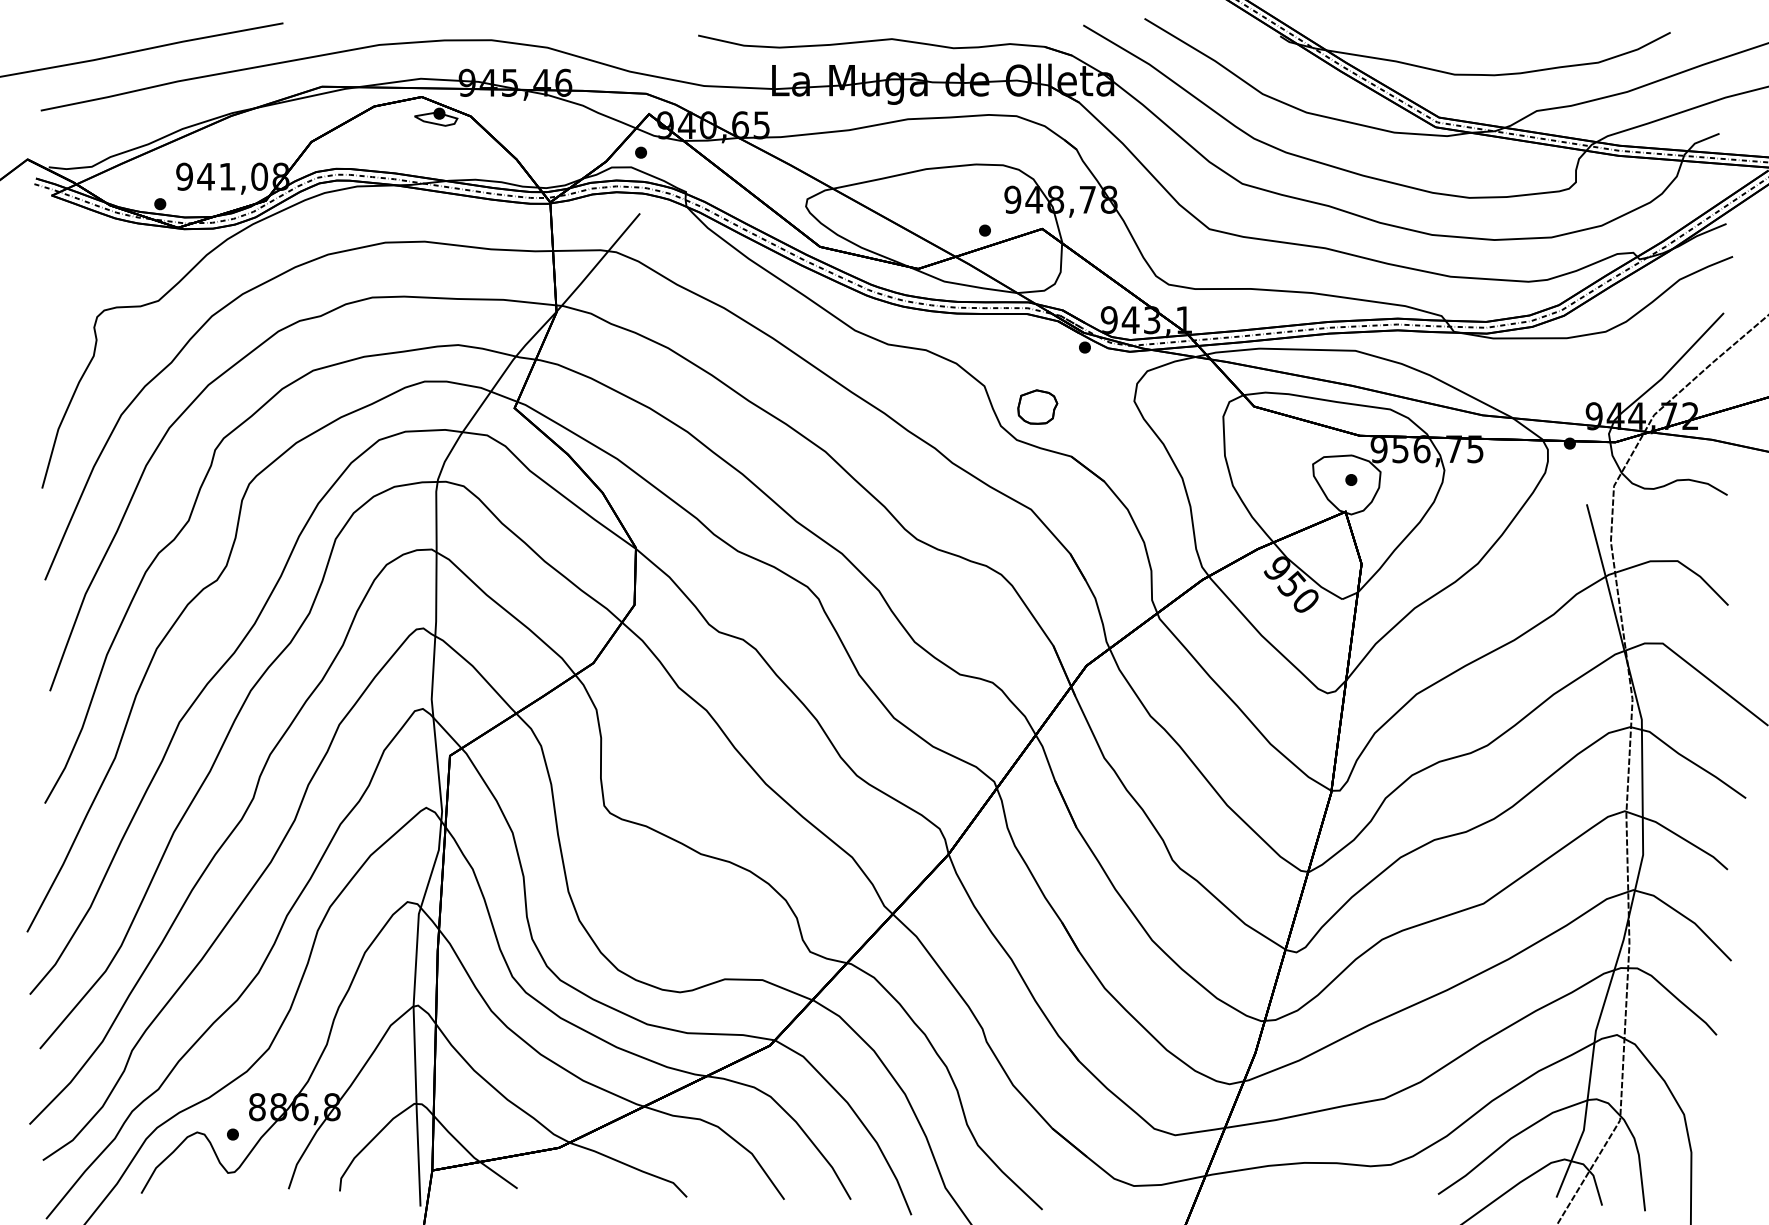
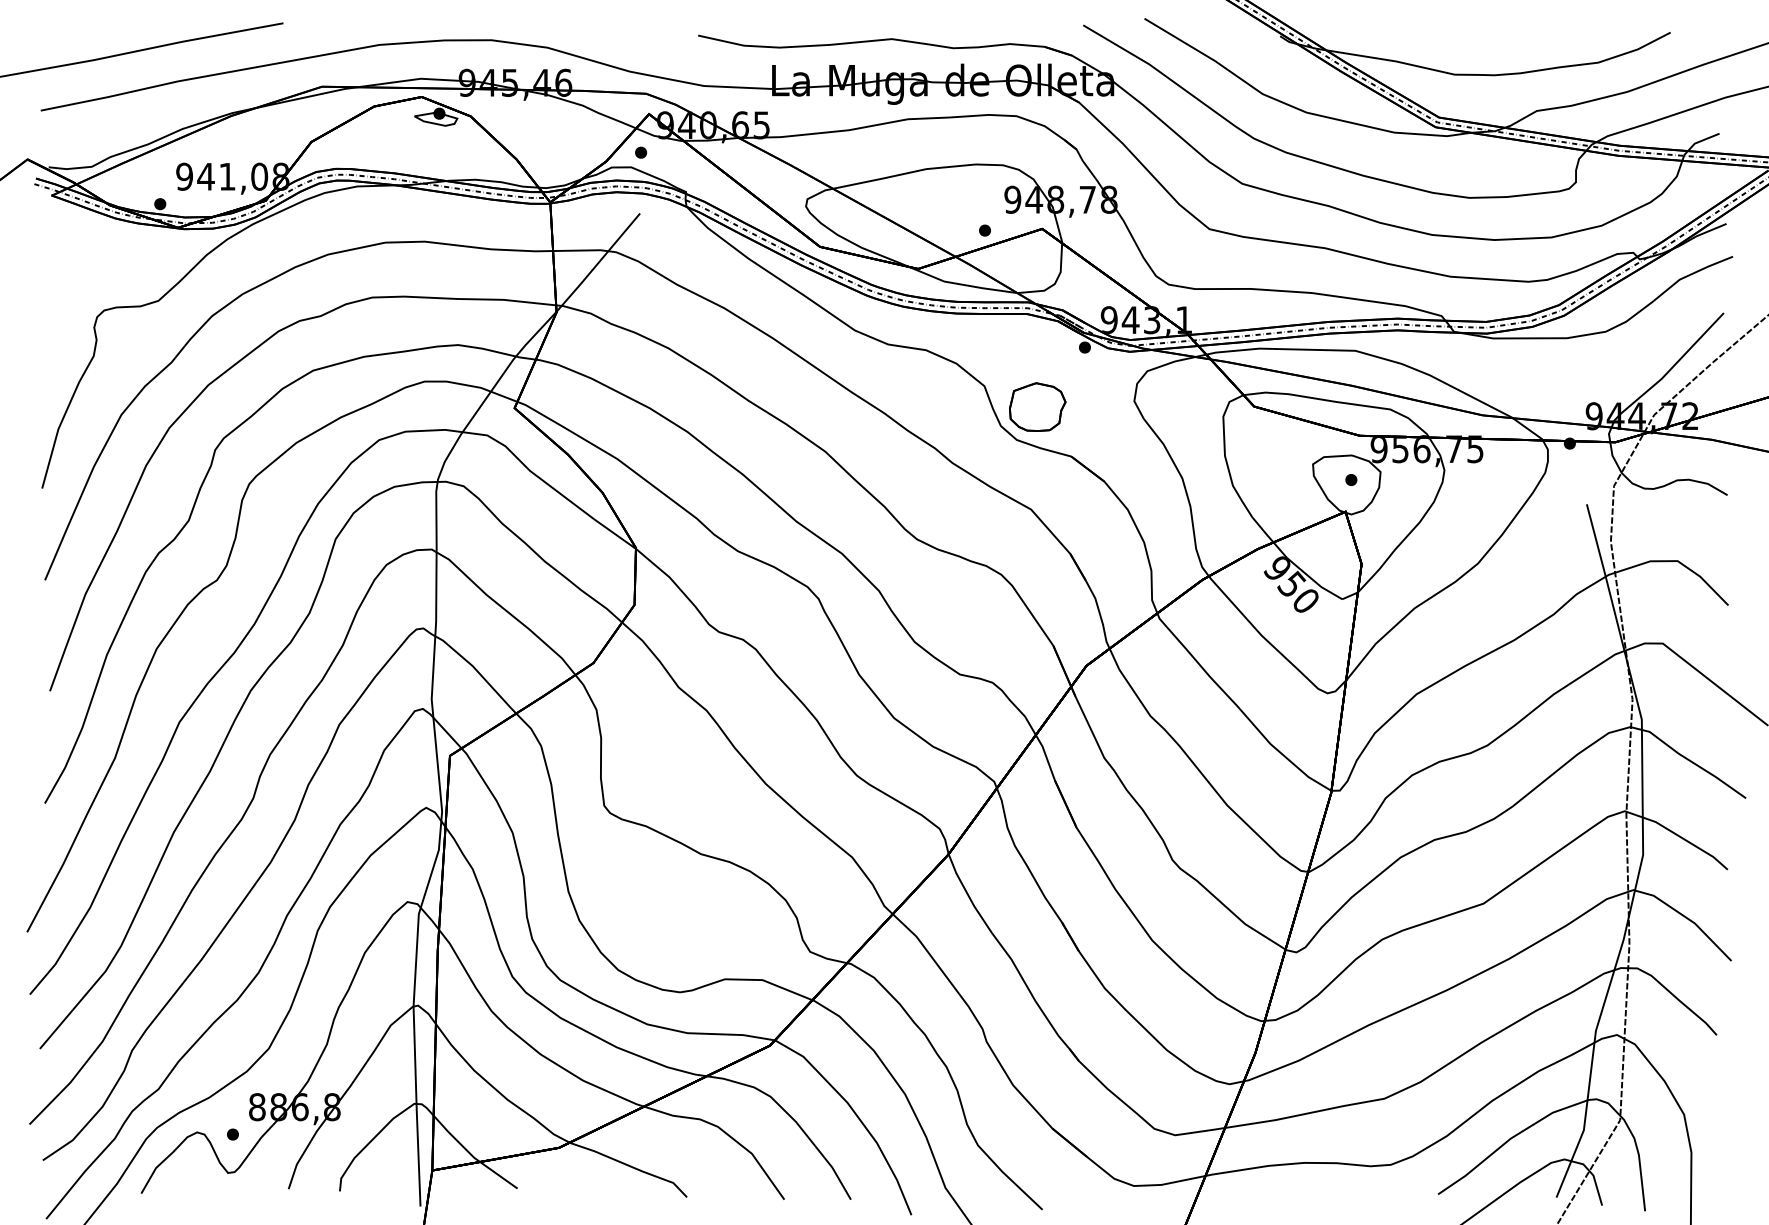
part at (1037, 406) size: 42x36 px -> 58x50 px
